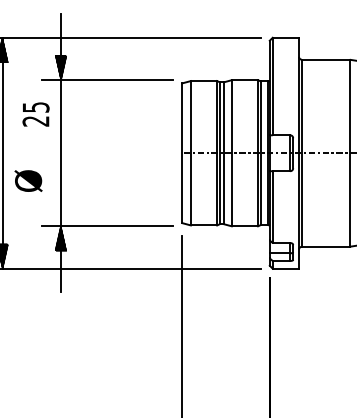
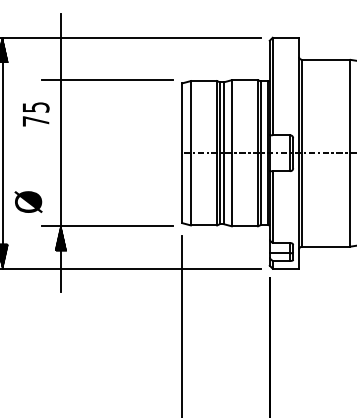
hatch at (60, 67): present -> none
text at (35, 121): 25 -> 75
text at (28, 180) position: (28, 180) -> (28, 201)
